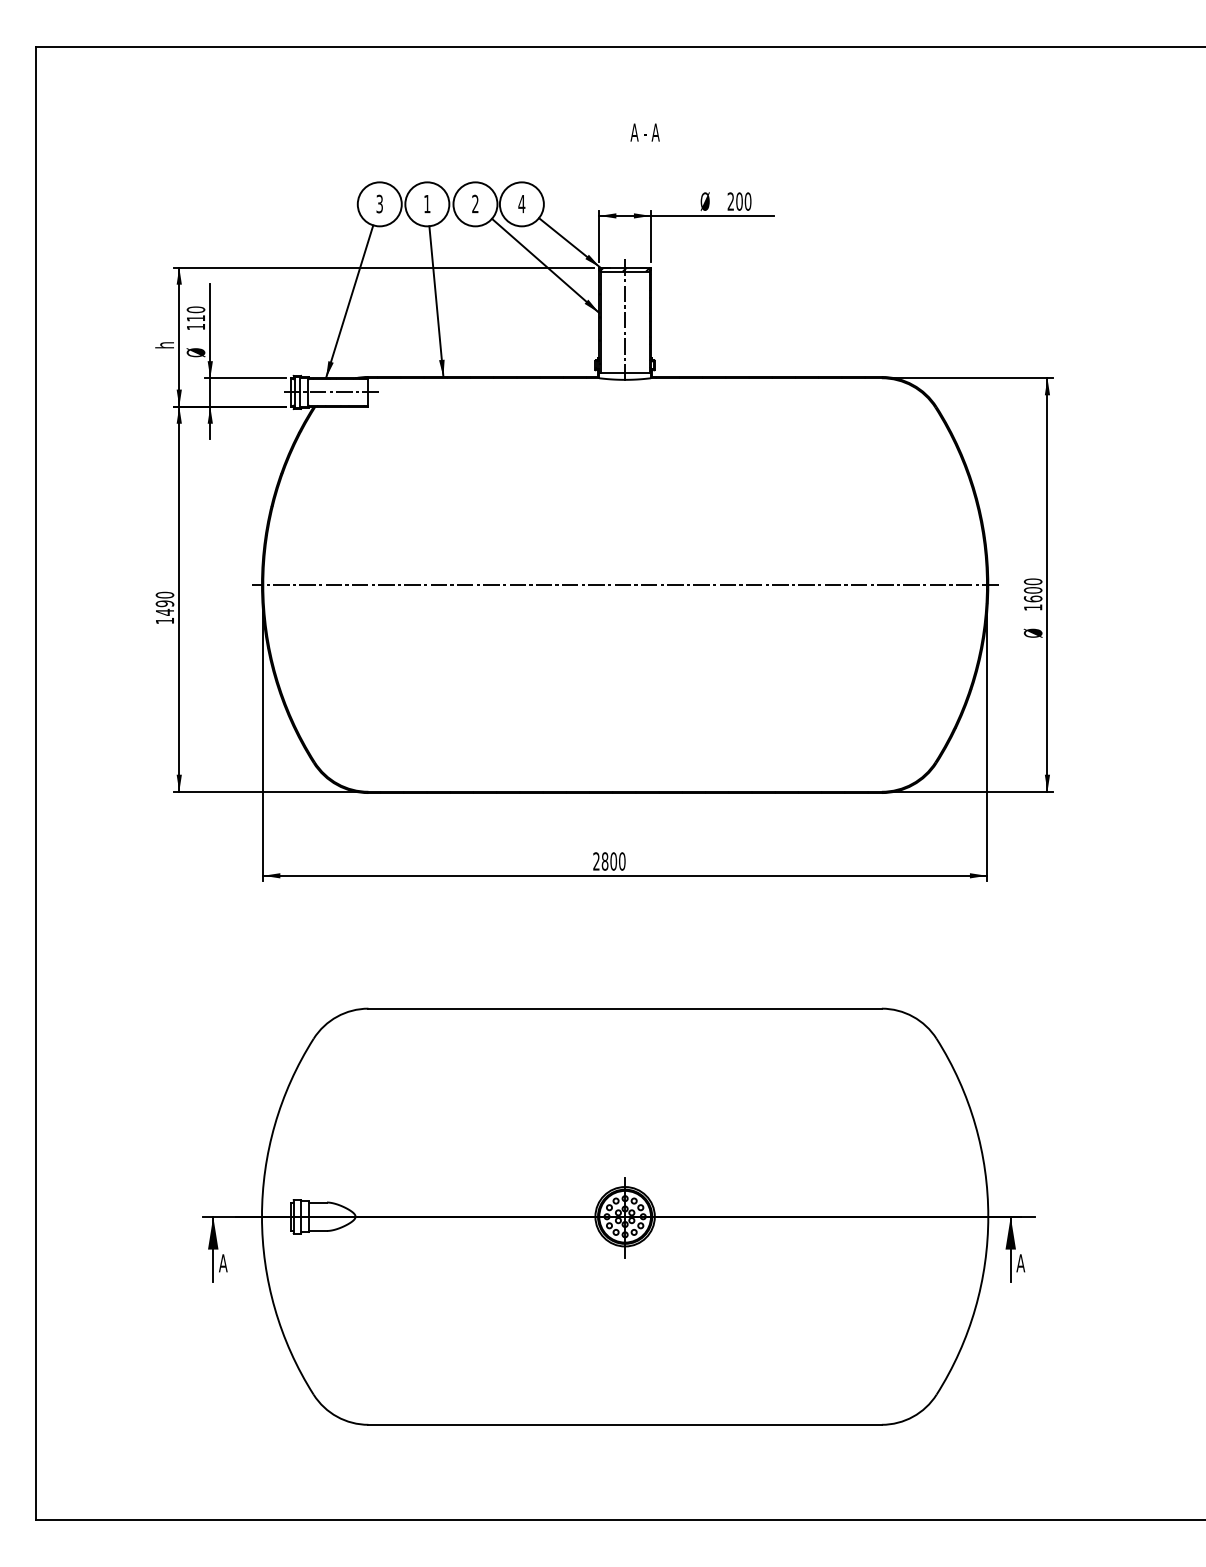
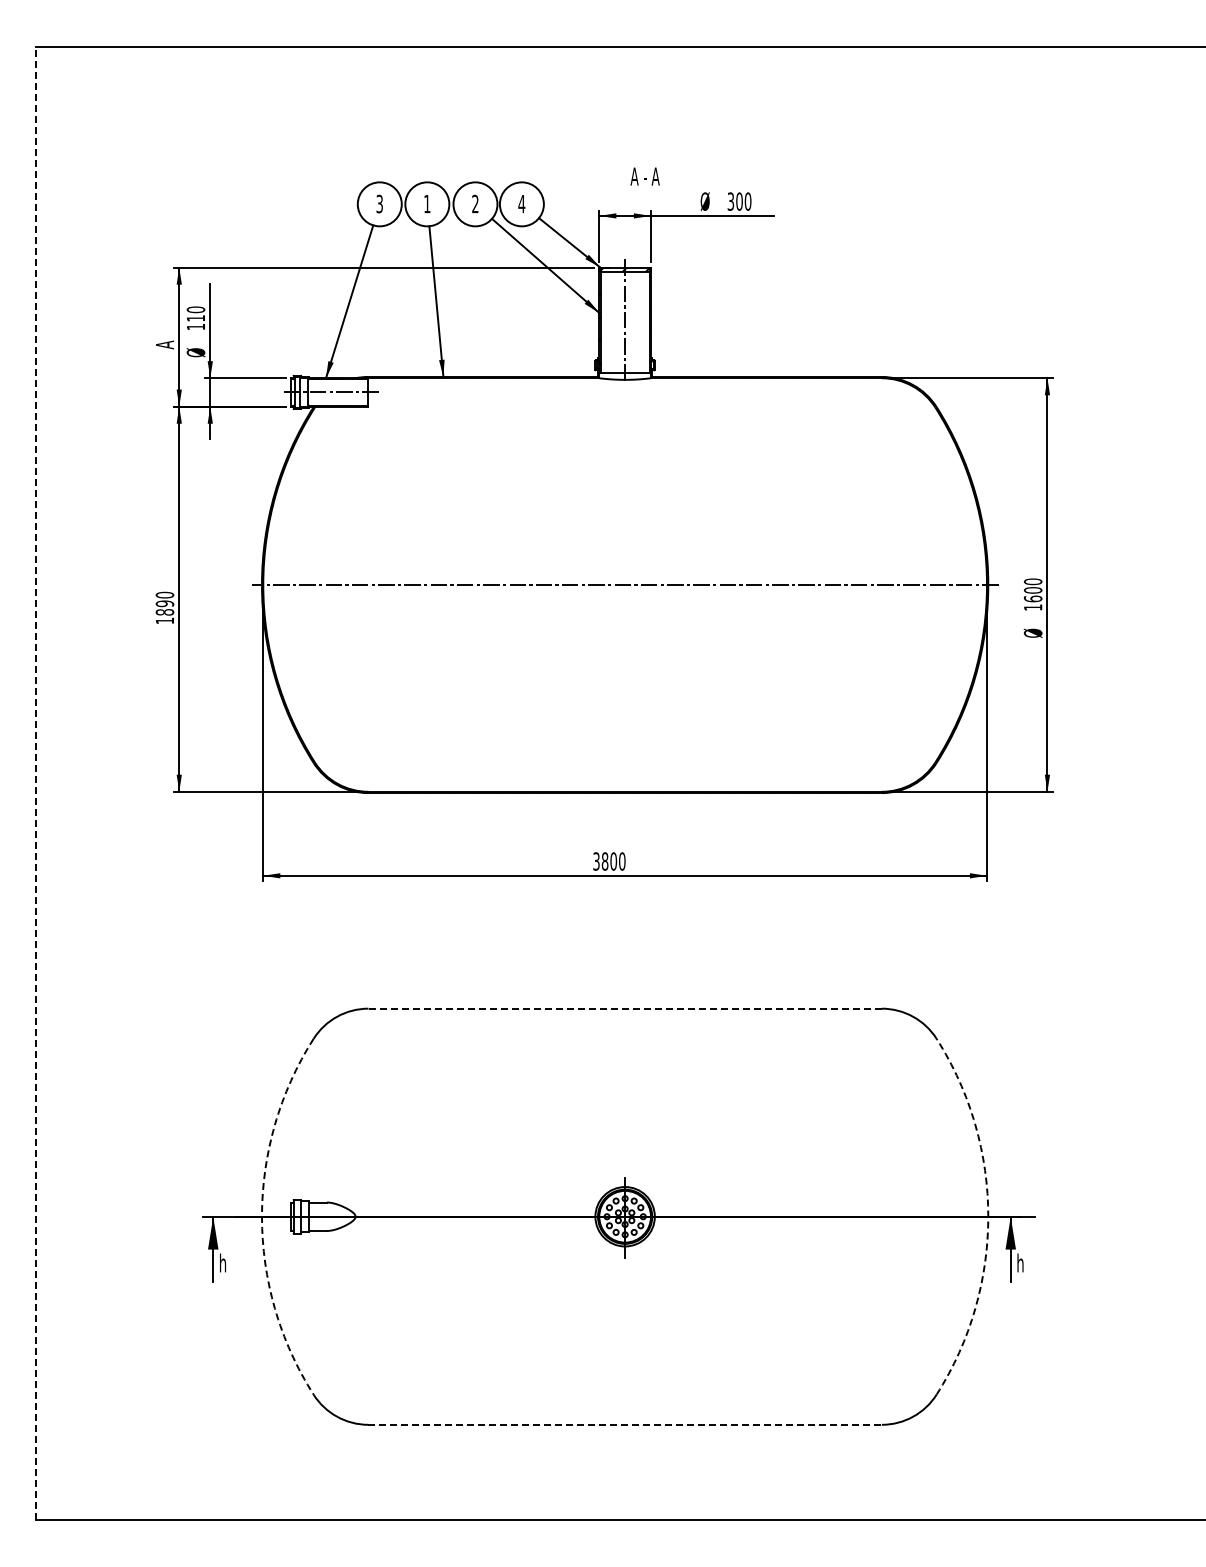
text at (644, 132) position: (644, 132) -> (644, 176)
text at (730, 201): 200 -> 300
text at (164, 344): h -> A
text at (164, 611): 1490 -> 1890
line at (36, 783): solid -> dashed
text at (596, 861): 2800 -> 3800
line at (625, 1008): solid -> dashed
arc at (261, 1216): solid -> dashed
arc at (988, 1216): solid -> dashed
text at (223, 1262): A -> h
text at (1020, 1262): A -> h
line at (625, 1424): solid -> dashed
